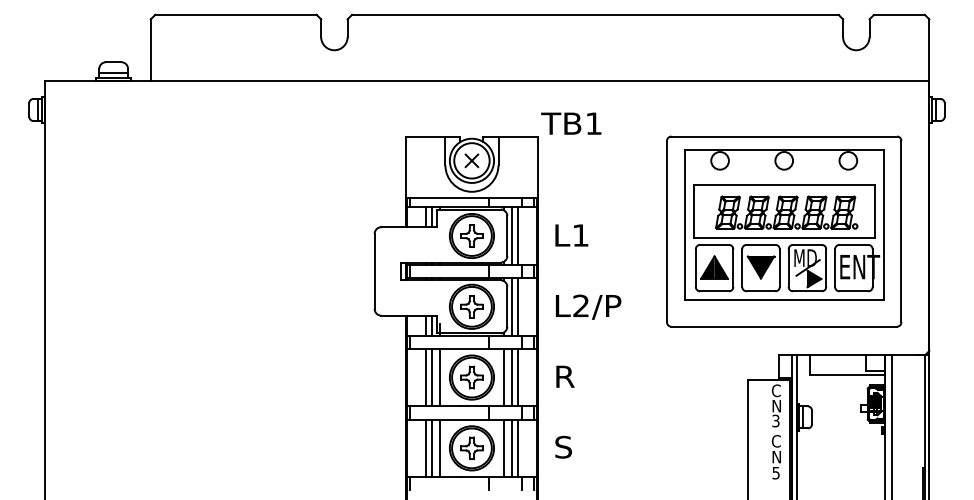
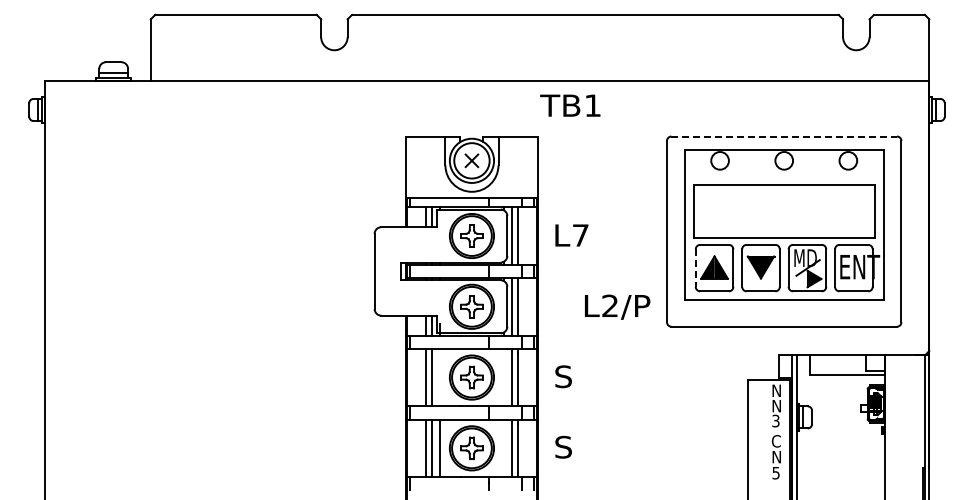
text at (571, 123) position: (571, 123) -> (570, 105)
line at (784, 136): solid -> dashed
part at (786, 212): present -> none
text at (580, 235): L1 -> L7
line at (695, 268): solid -> dashed
text at (588, 306) position: (588, 306) -> (617, 306)
text at (564, 376): R -> S
line at (440, 377): present -> none
line at (503, 377): present -> none
text at (775, 390): C -> N
line at (892, 425): present -> none
line at (503, 448): present -> none
